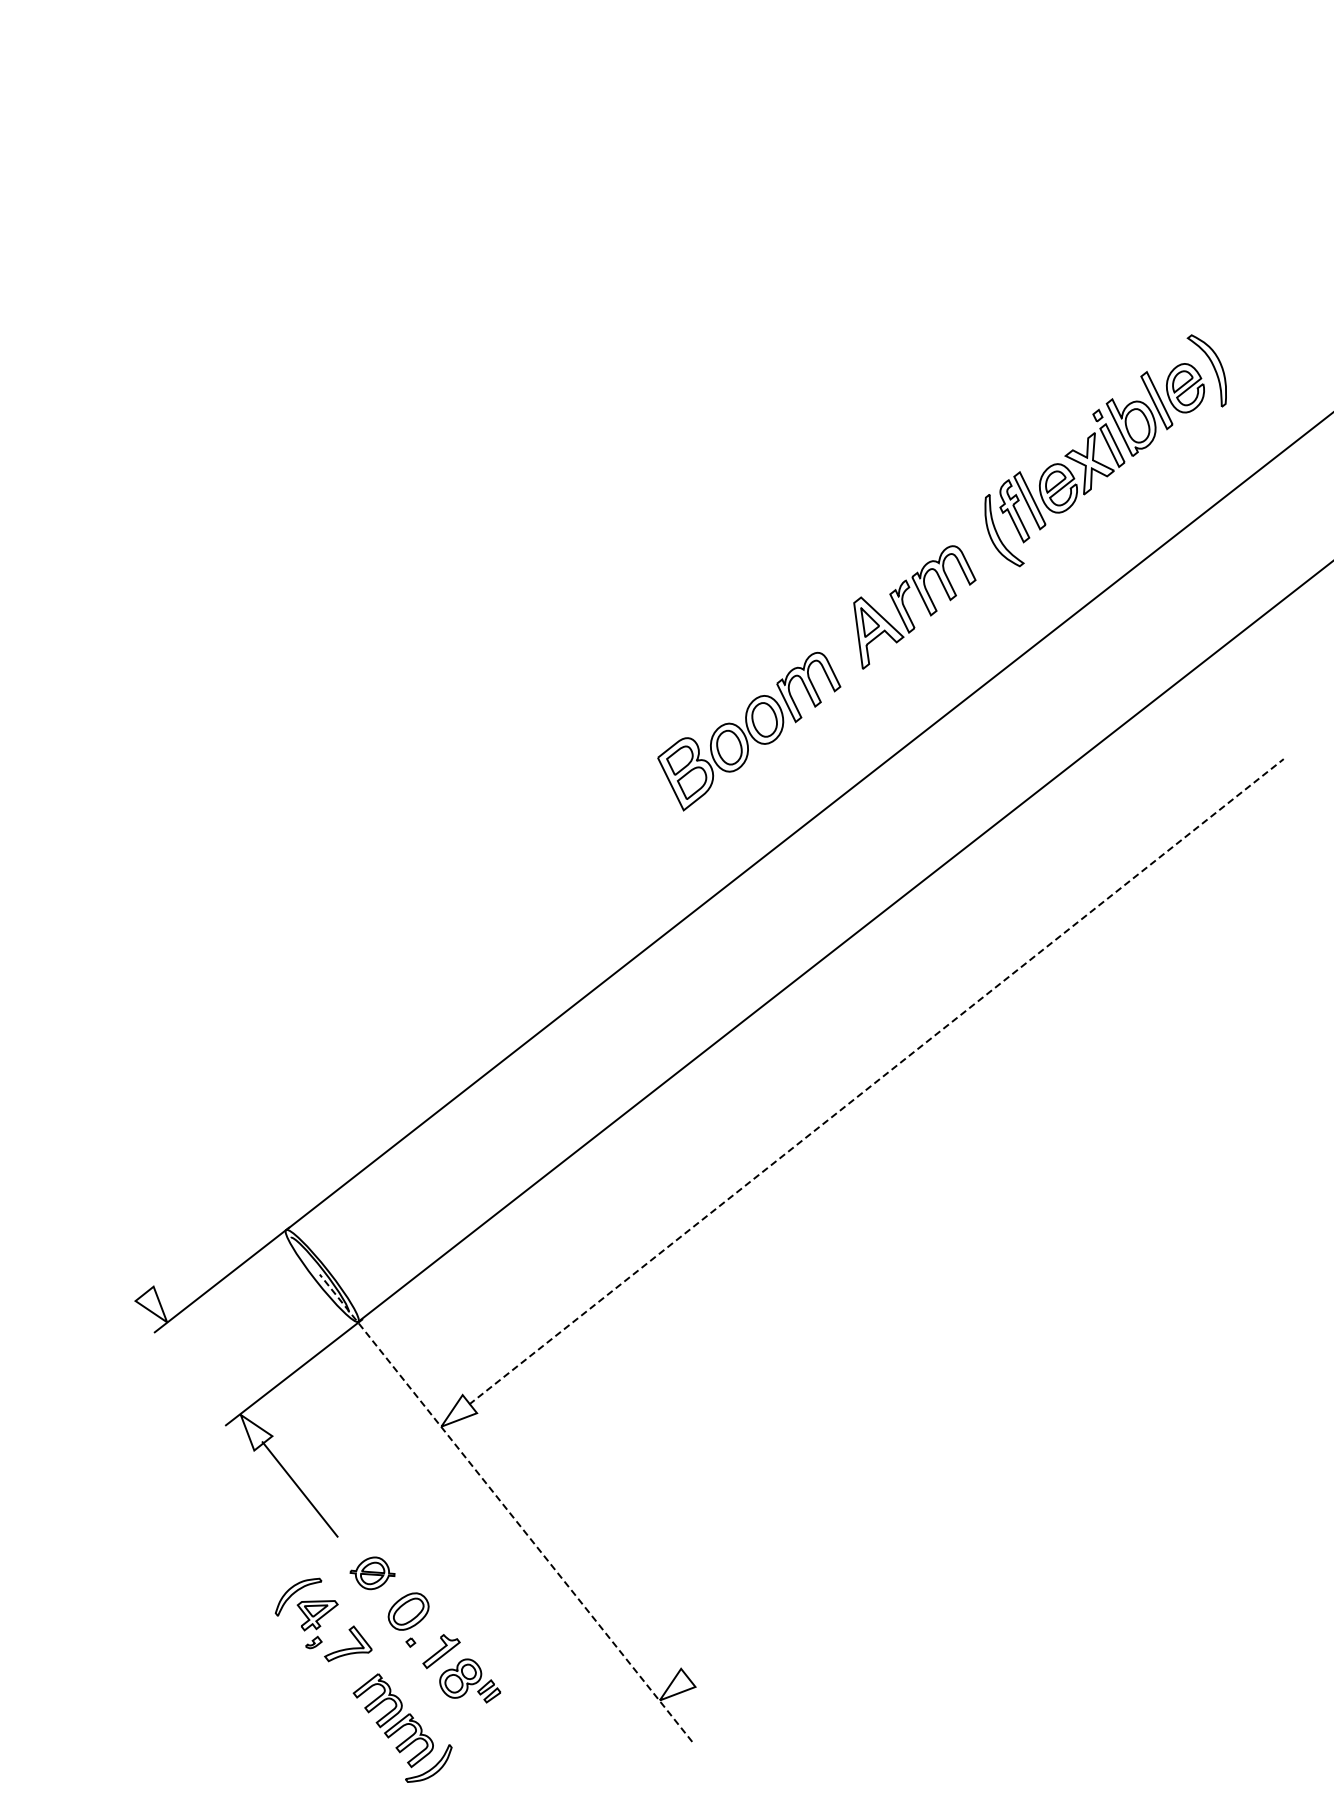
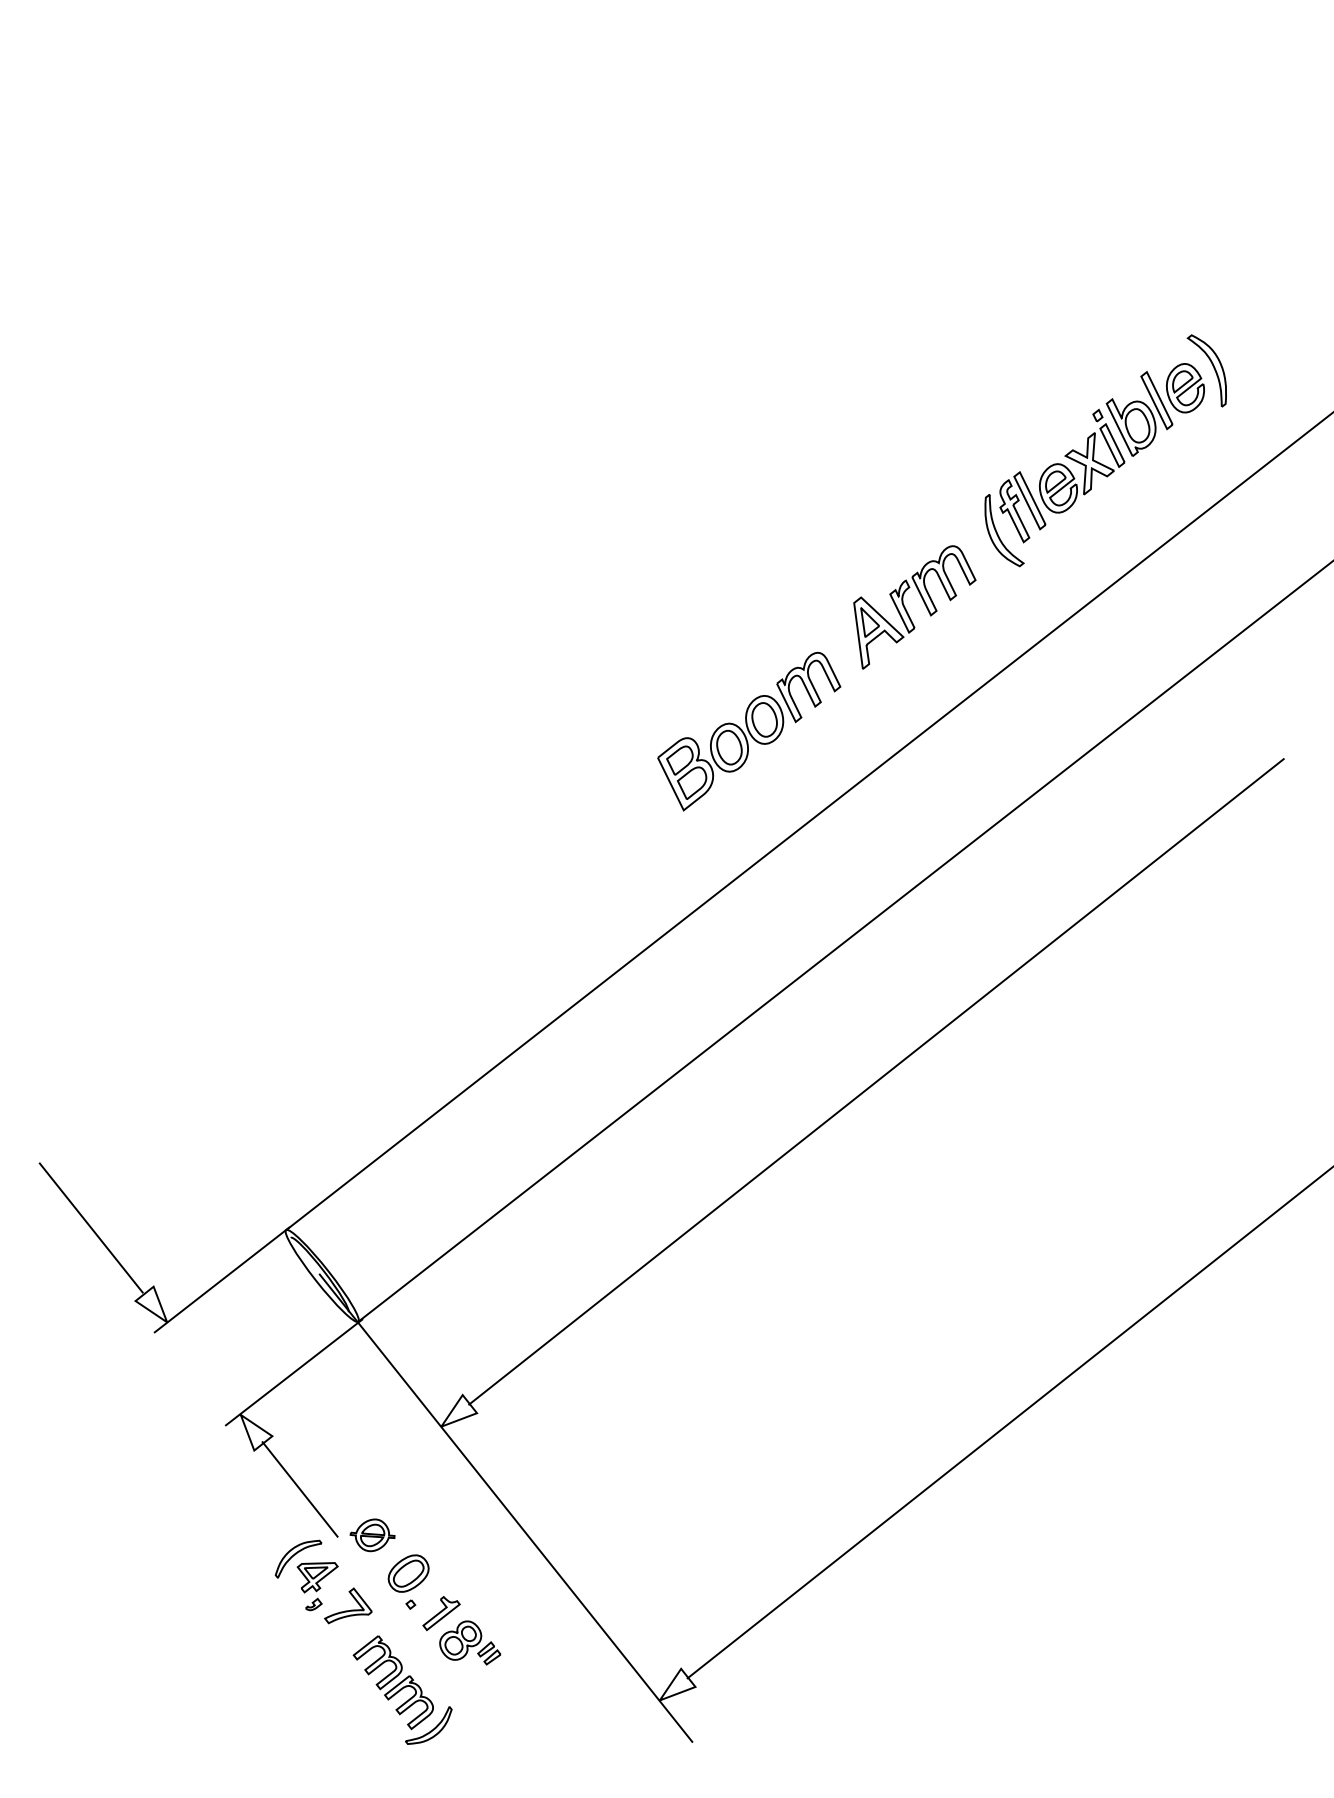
line at (876, 1081): dashed -> solid
line at (90, 1227): none -> present
line at (1008, 1423): none -> present
line at (506, 1508): dashed -> solid
part at (380, 1674) position: (380, 1674) -> (380, 1636)
